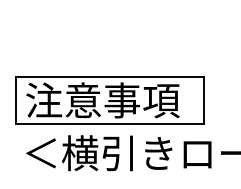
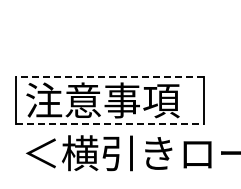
line at (109, 77): solid -> dashed
line at (110, 123): solid -> dashed
